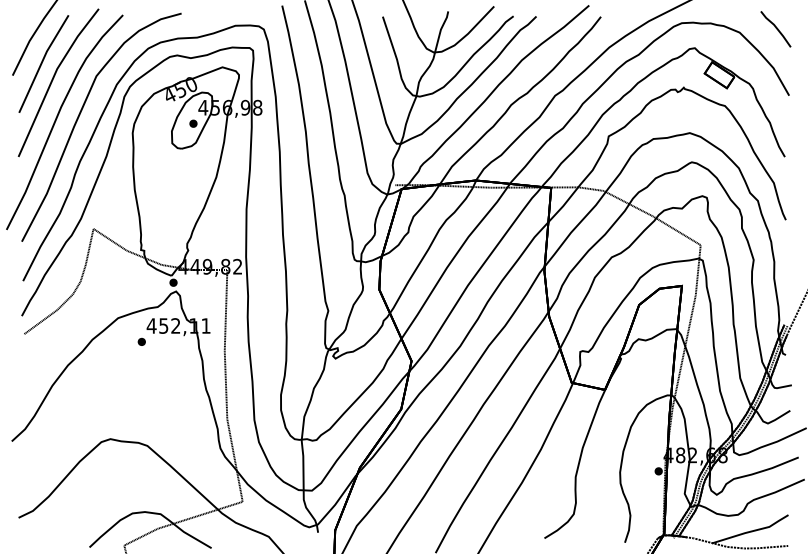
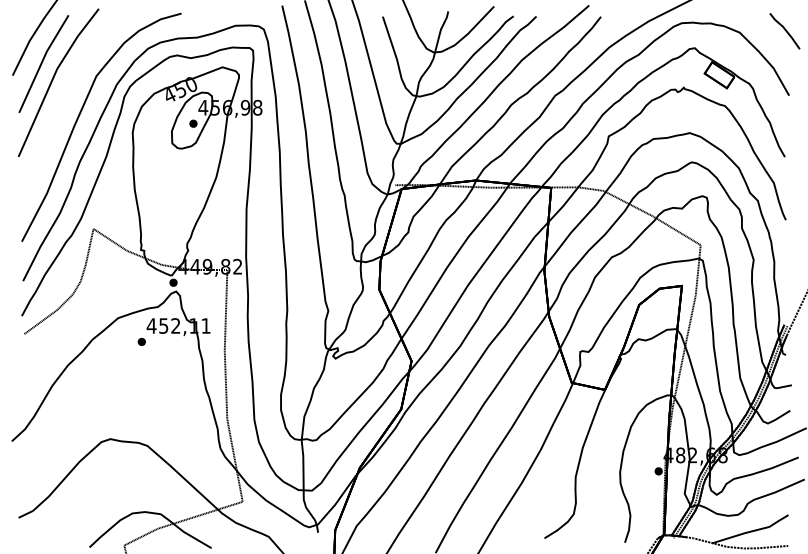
line at (775, 28) position: (775, 28) -> (784, 30)
curve at (57, 118): present -> none
